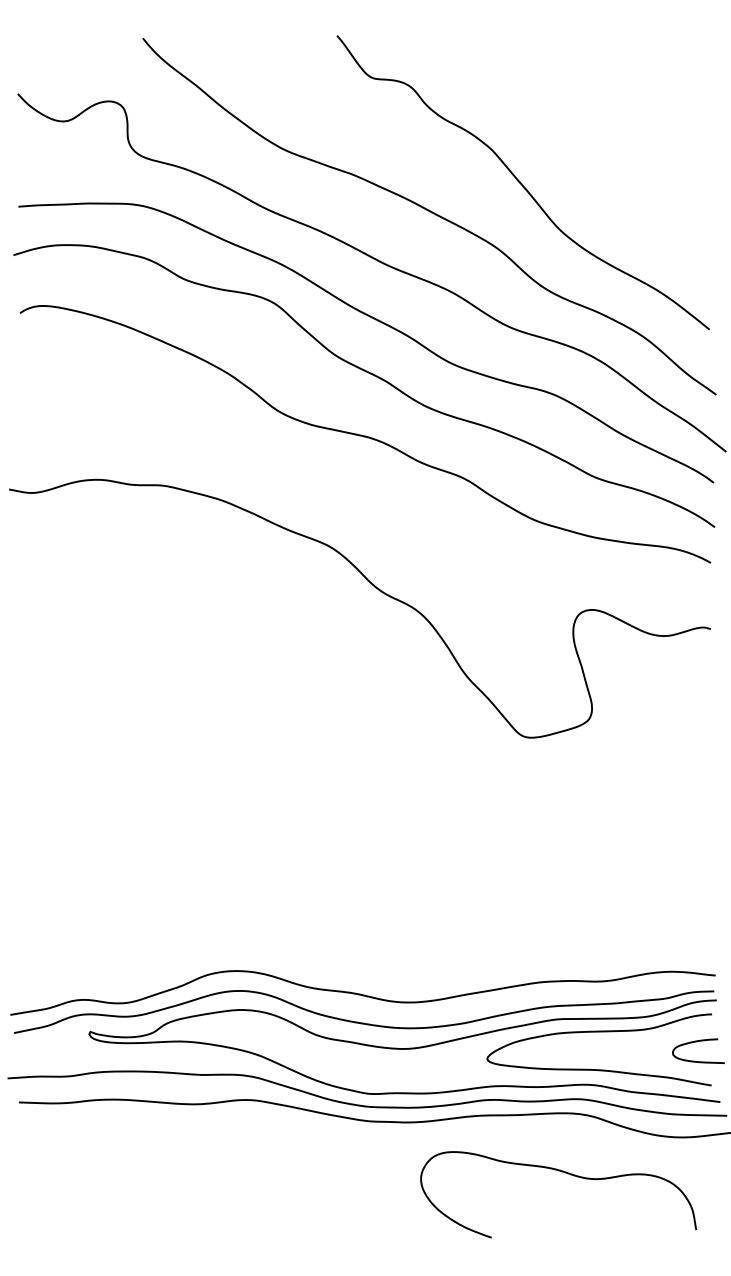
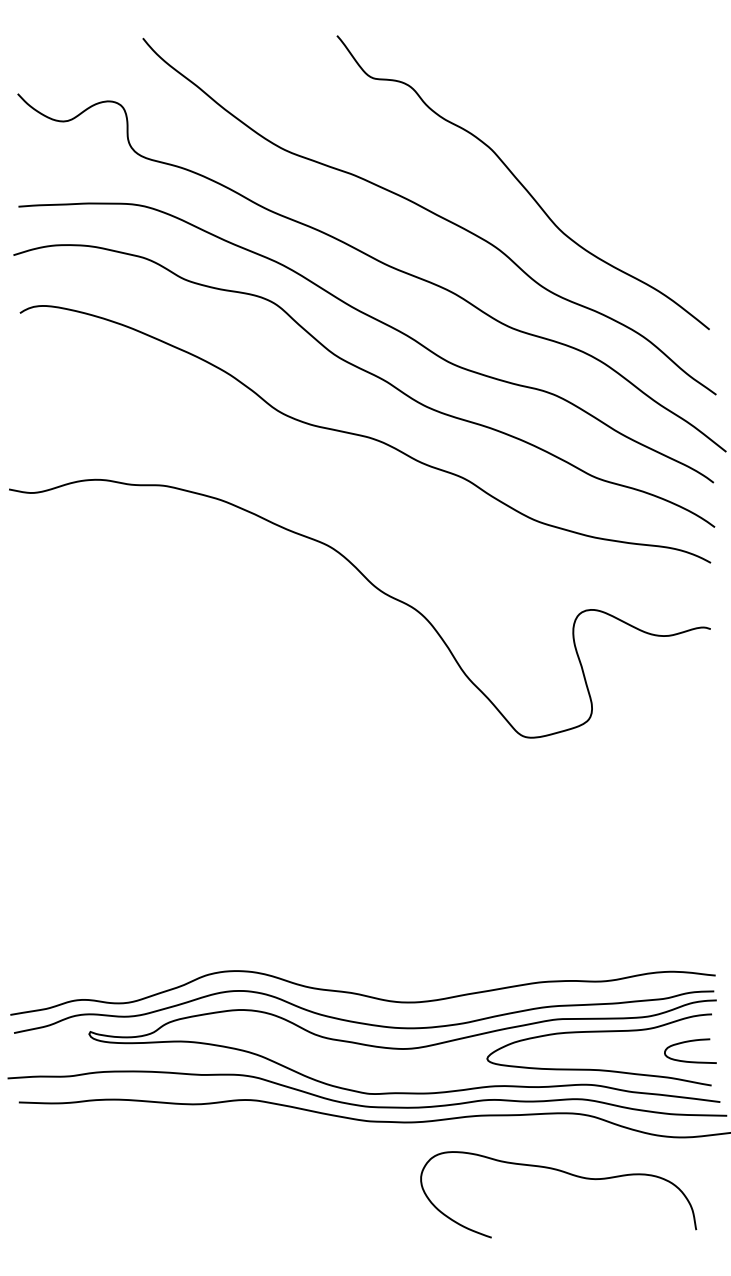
curve at (697, 1042) position: (697, 1042) -> (689, 1042)
